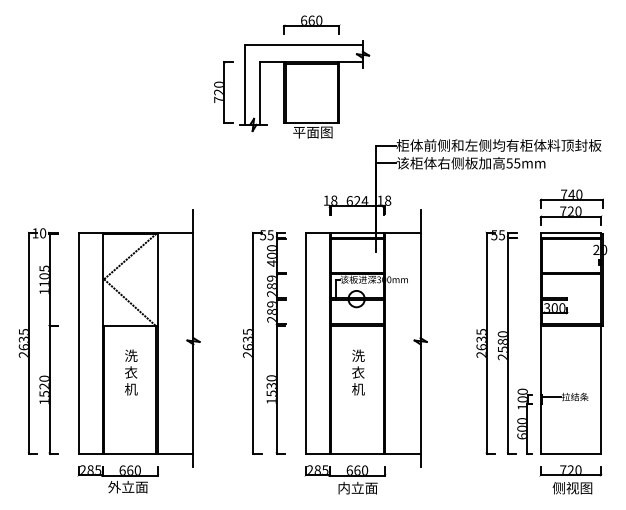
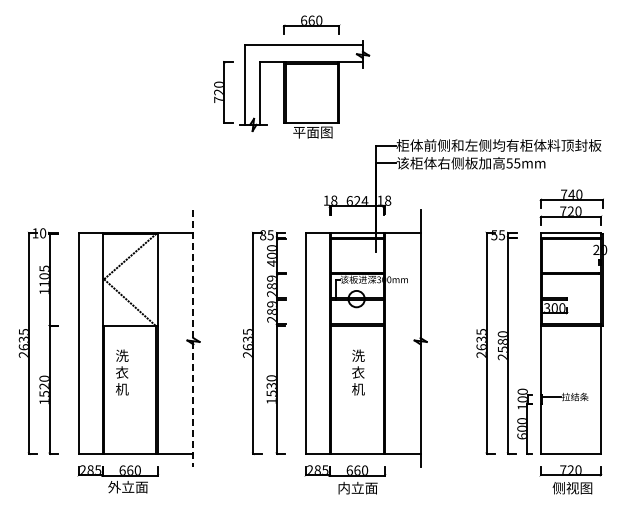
text at (263, 235): 55 -> 85
line at (193, 338): solid -> dashed
text at (131, 372) position: (131, 372) -> (122, 372)
